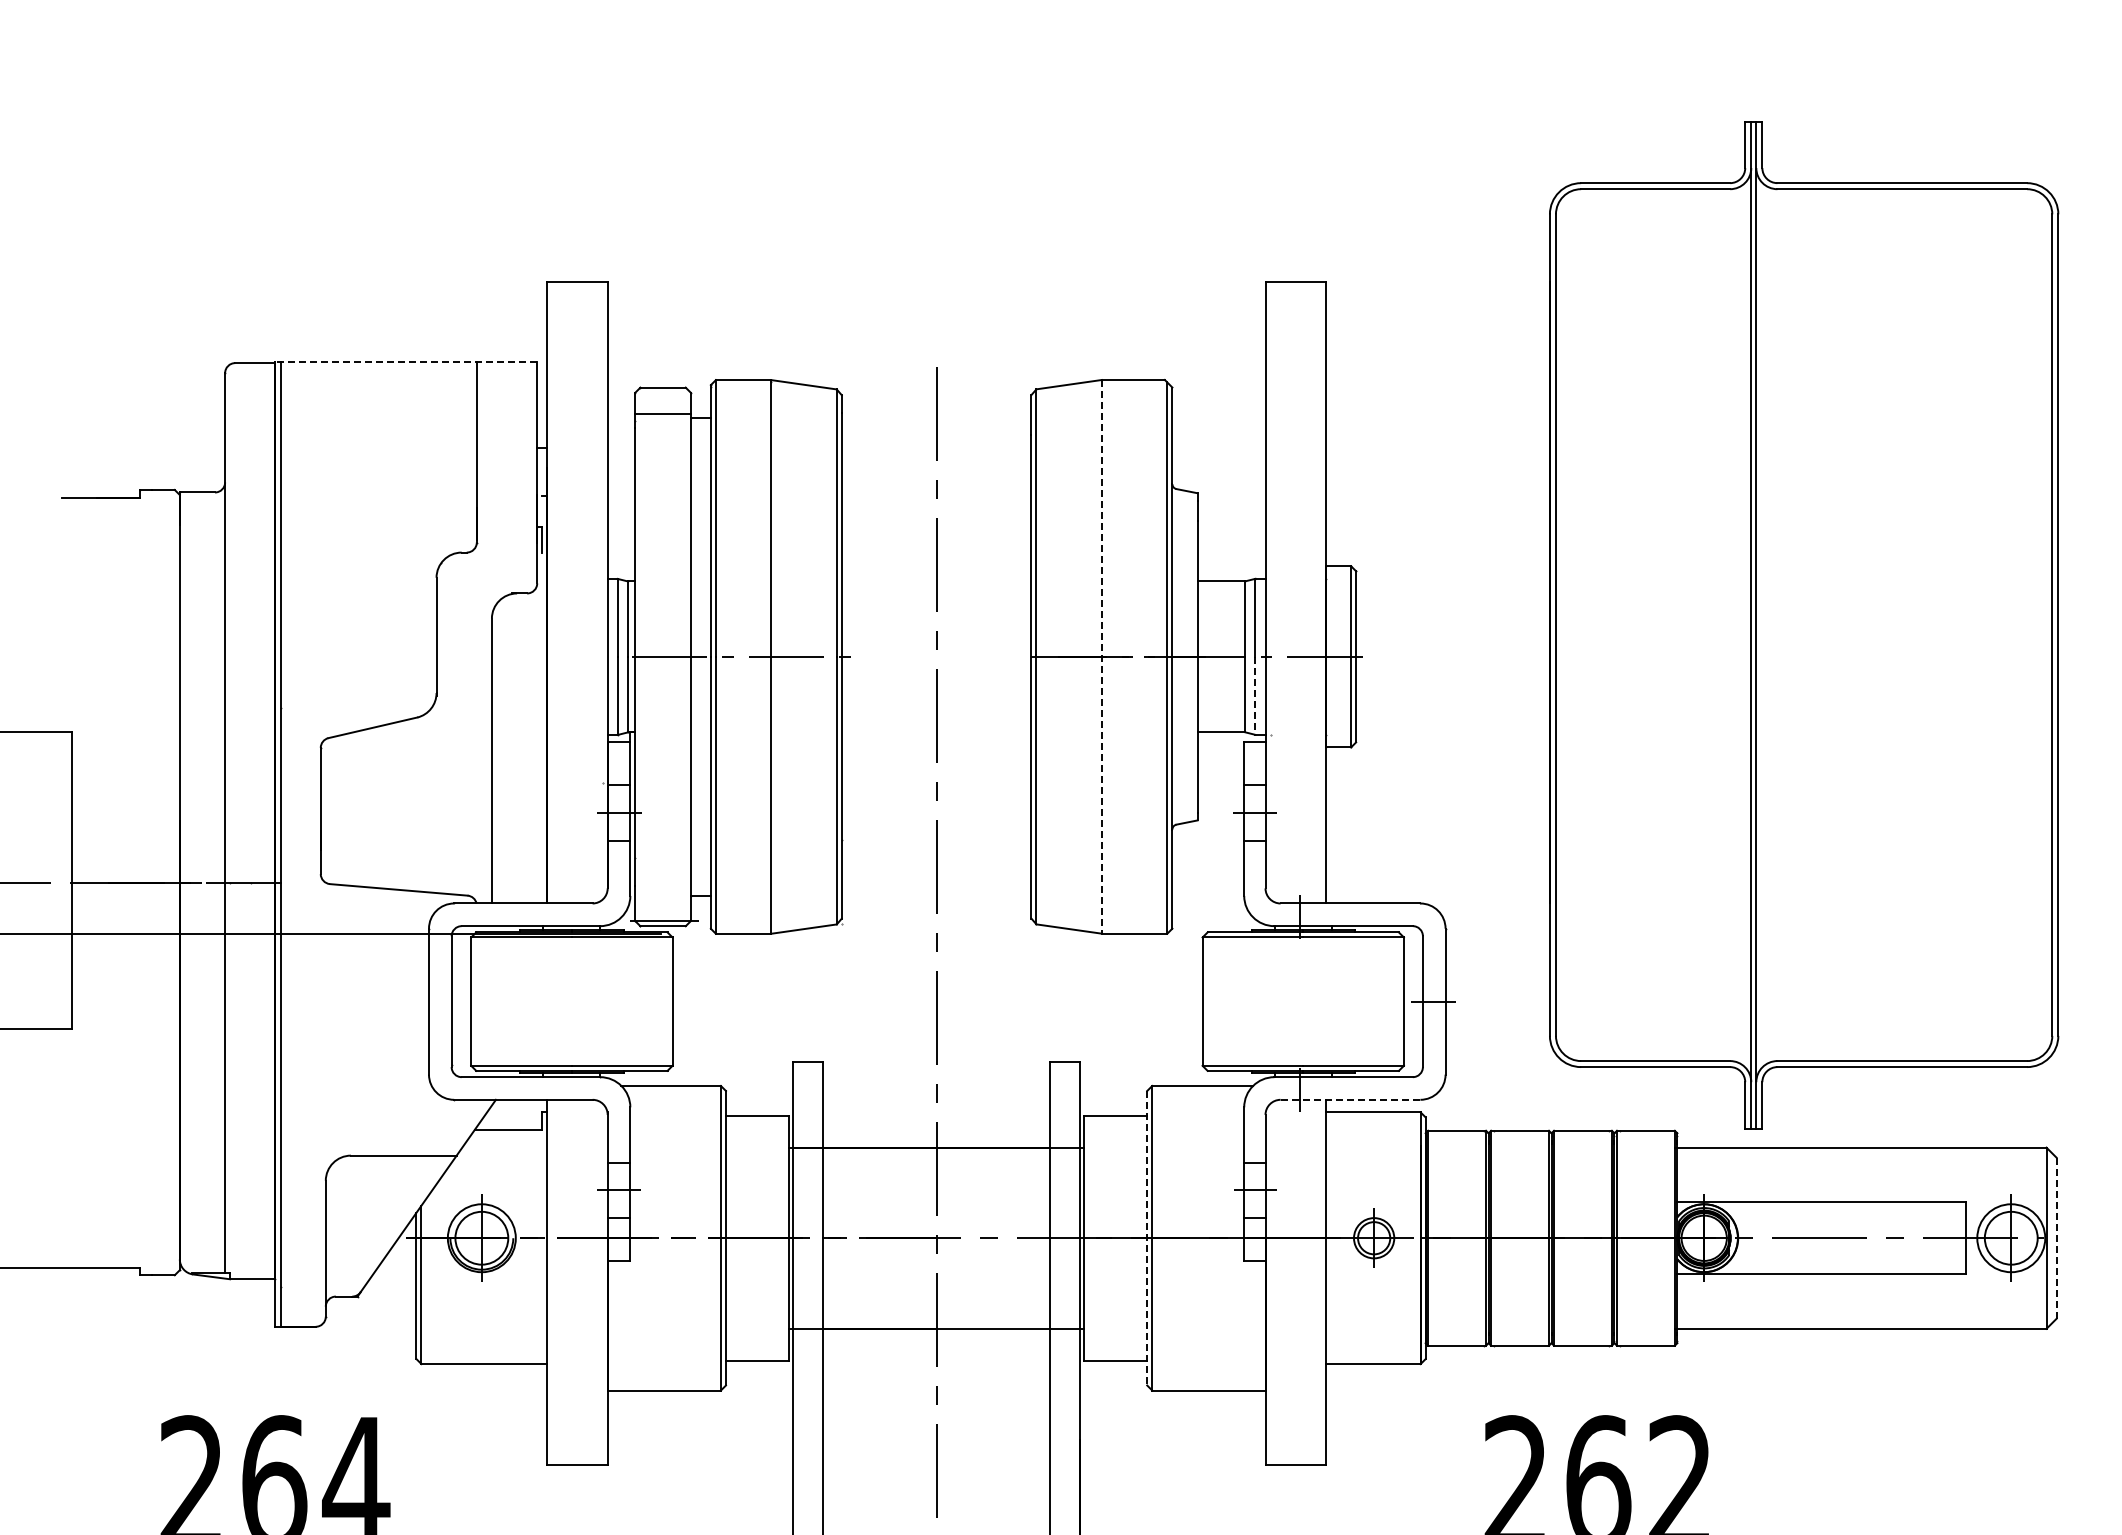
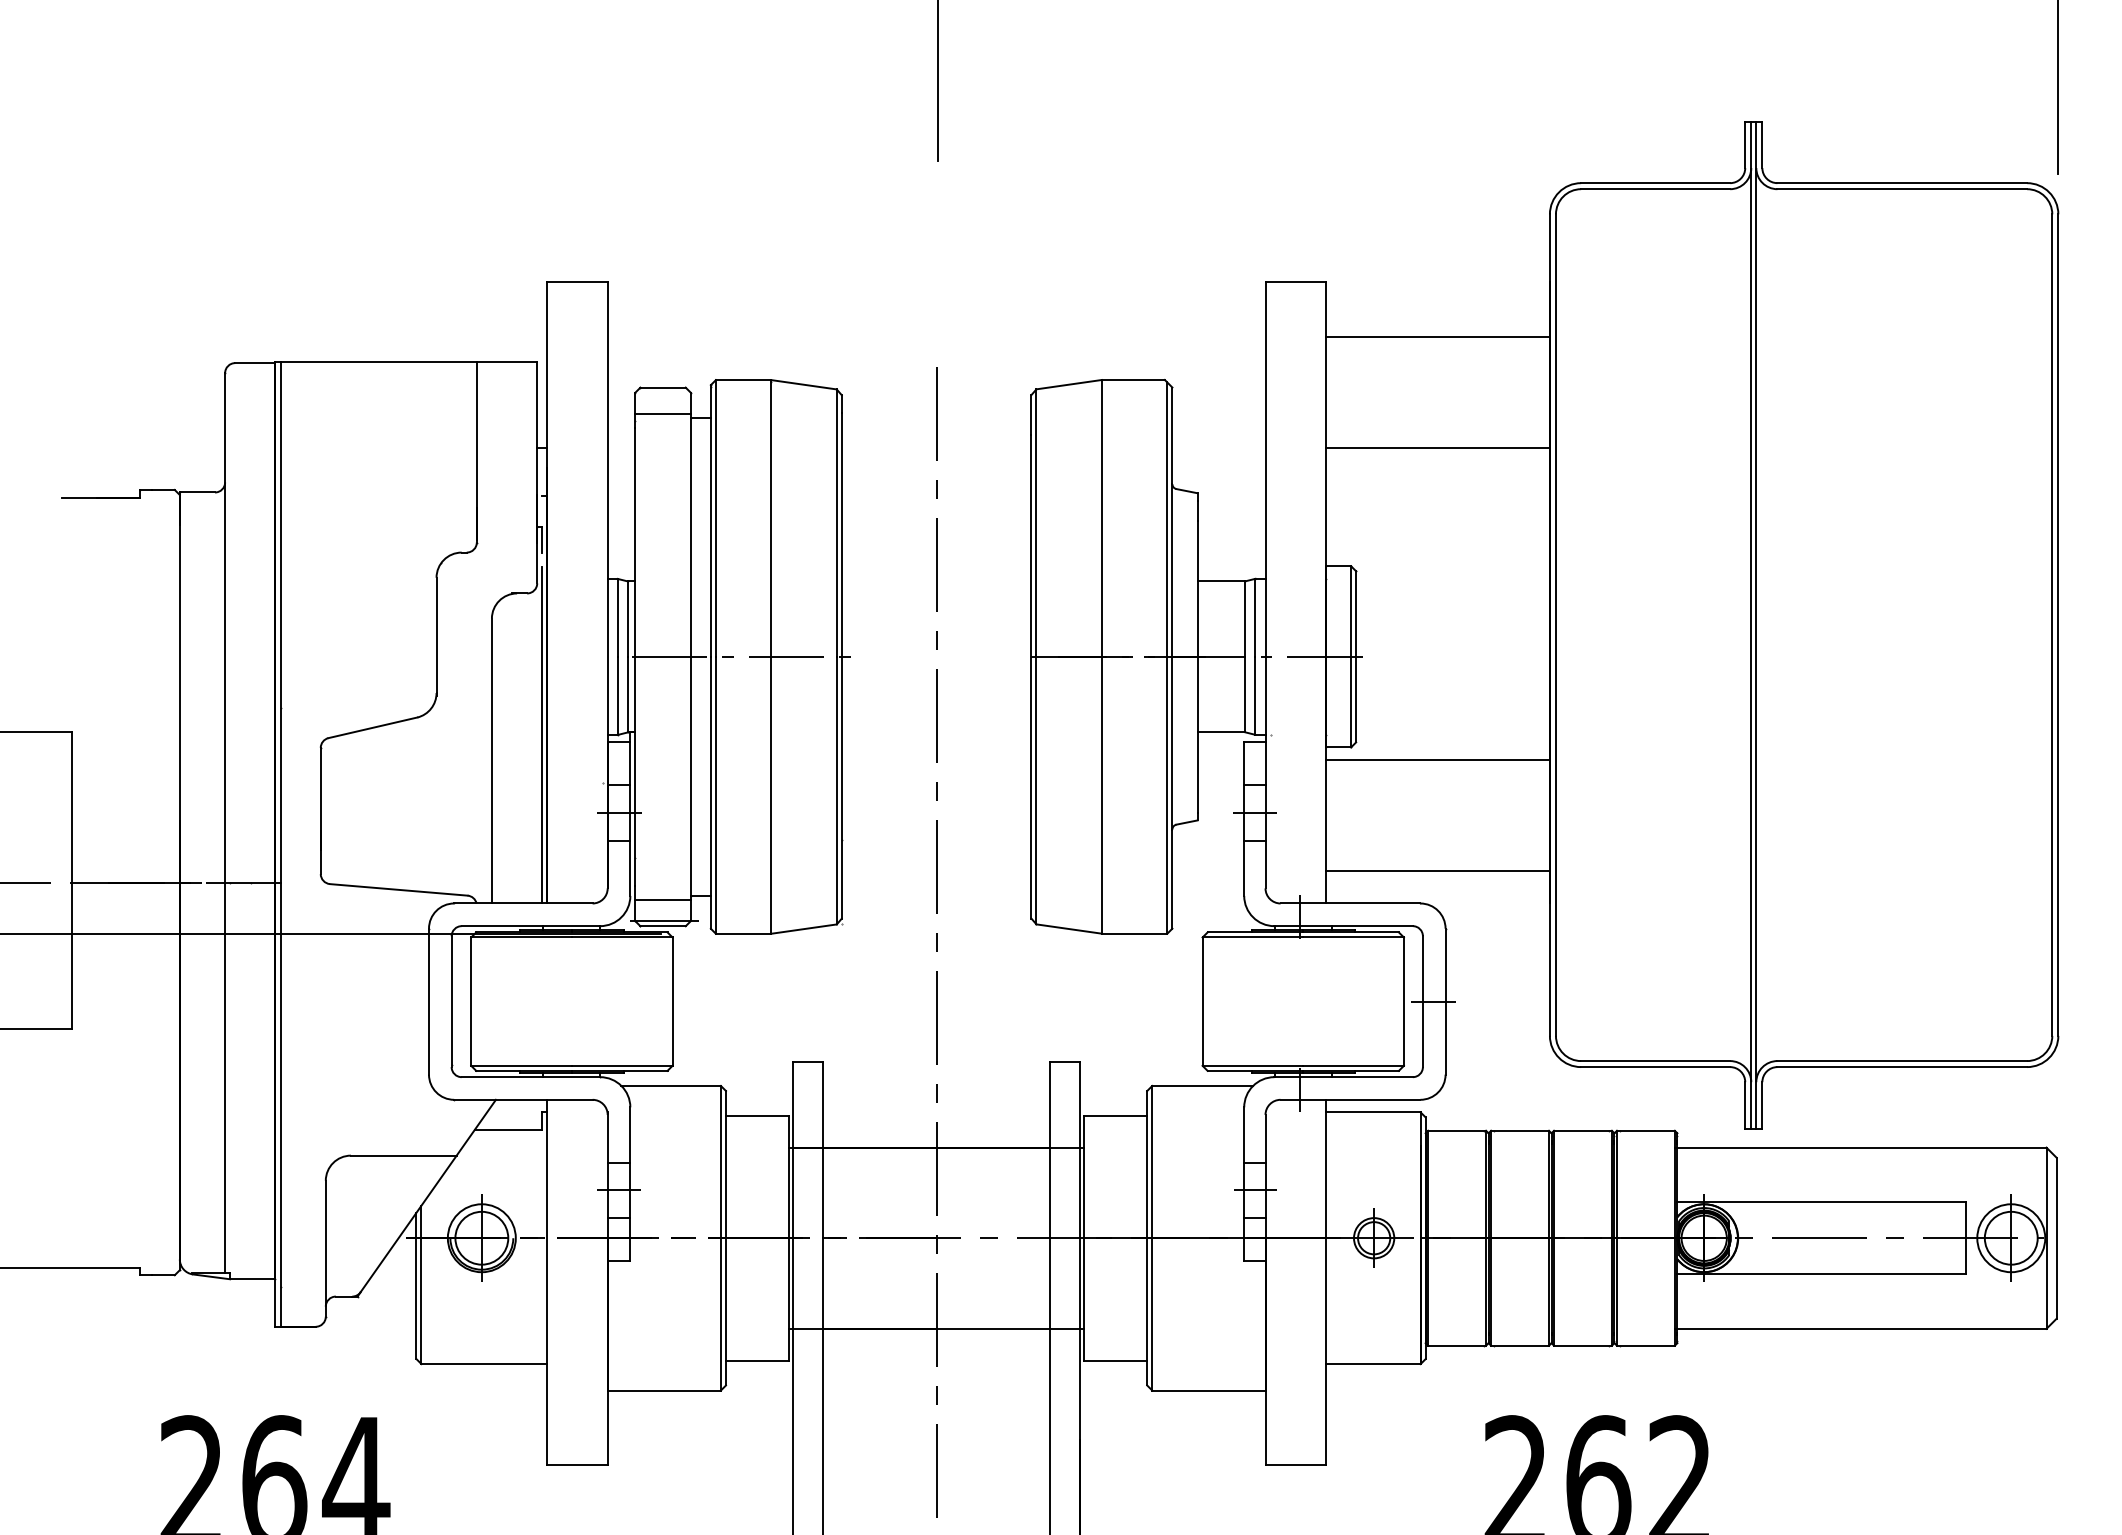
line at (937, 81): none -> present
line at (2058, 88): none -> present
line at (1437, 337): none -> present
line at (406, 362): dashed -> solid
line at (1437, 447): none -> present
line at (1101, 656): dashed -> solid
line at (1255, 696): dashed -> solid
line at (542, 734): none -> present
line at (1437, 760): none -> present
line at (1437, 870): none -> present
line at (662, 899): none -> present
line at (1350, 1099): dashed -> solid
line at (1147, 1238): dashed -> solid
line at (2056, 1238): dashed -> solid
